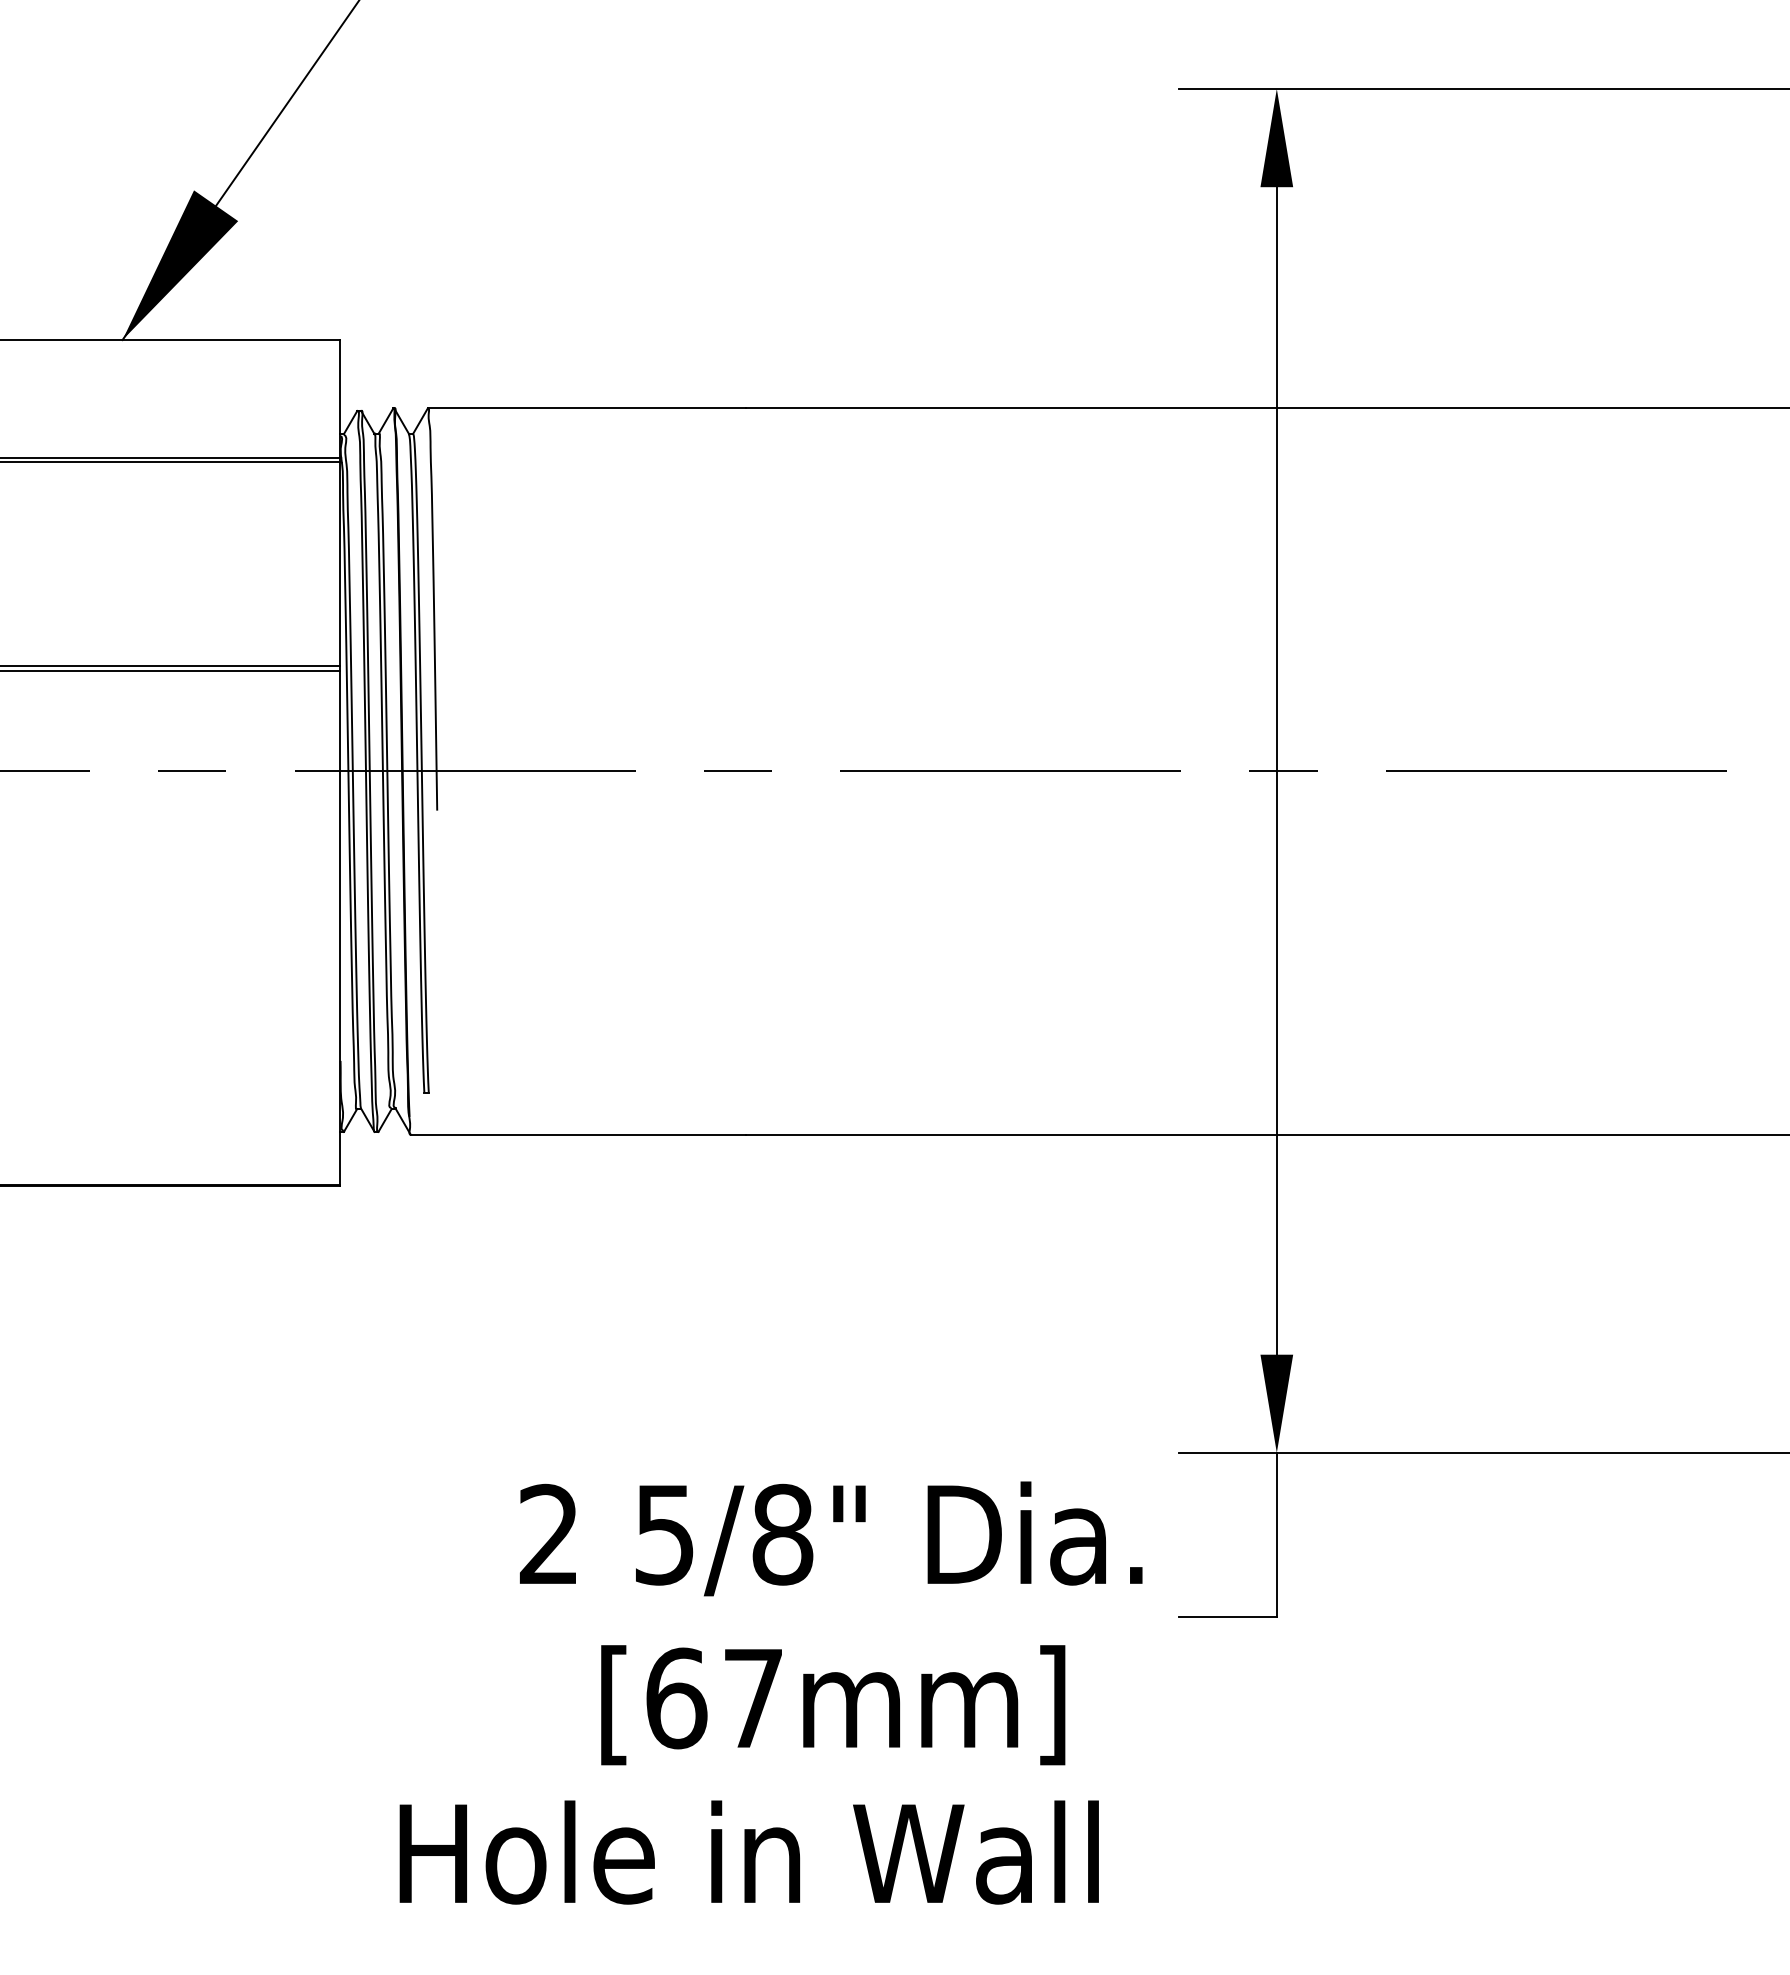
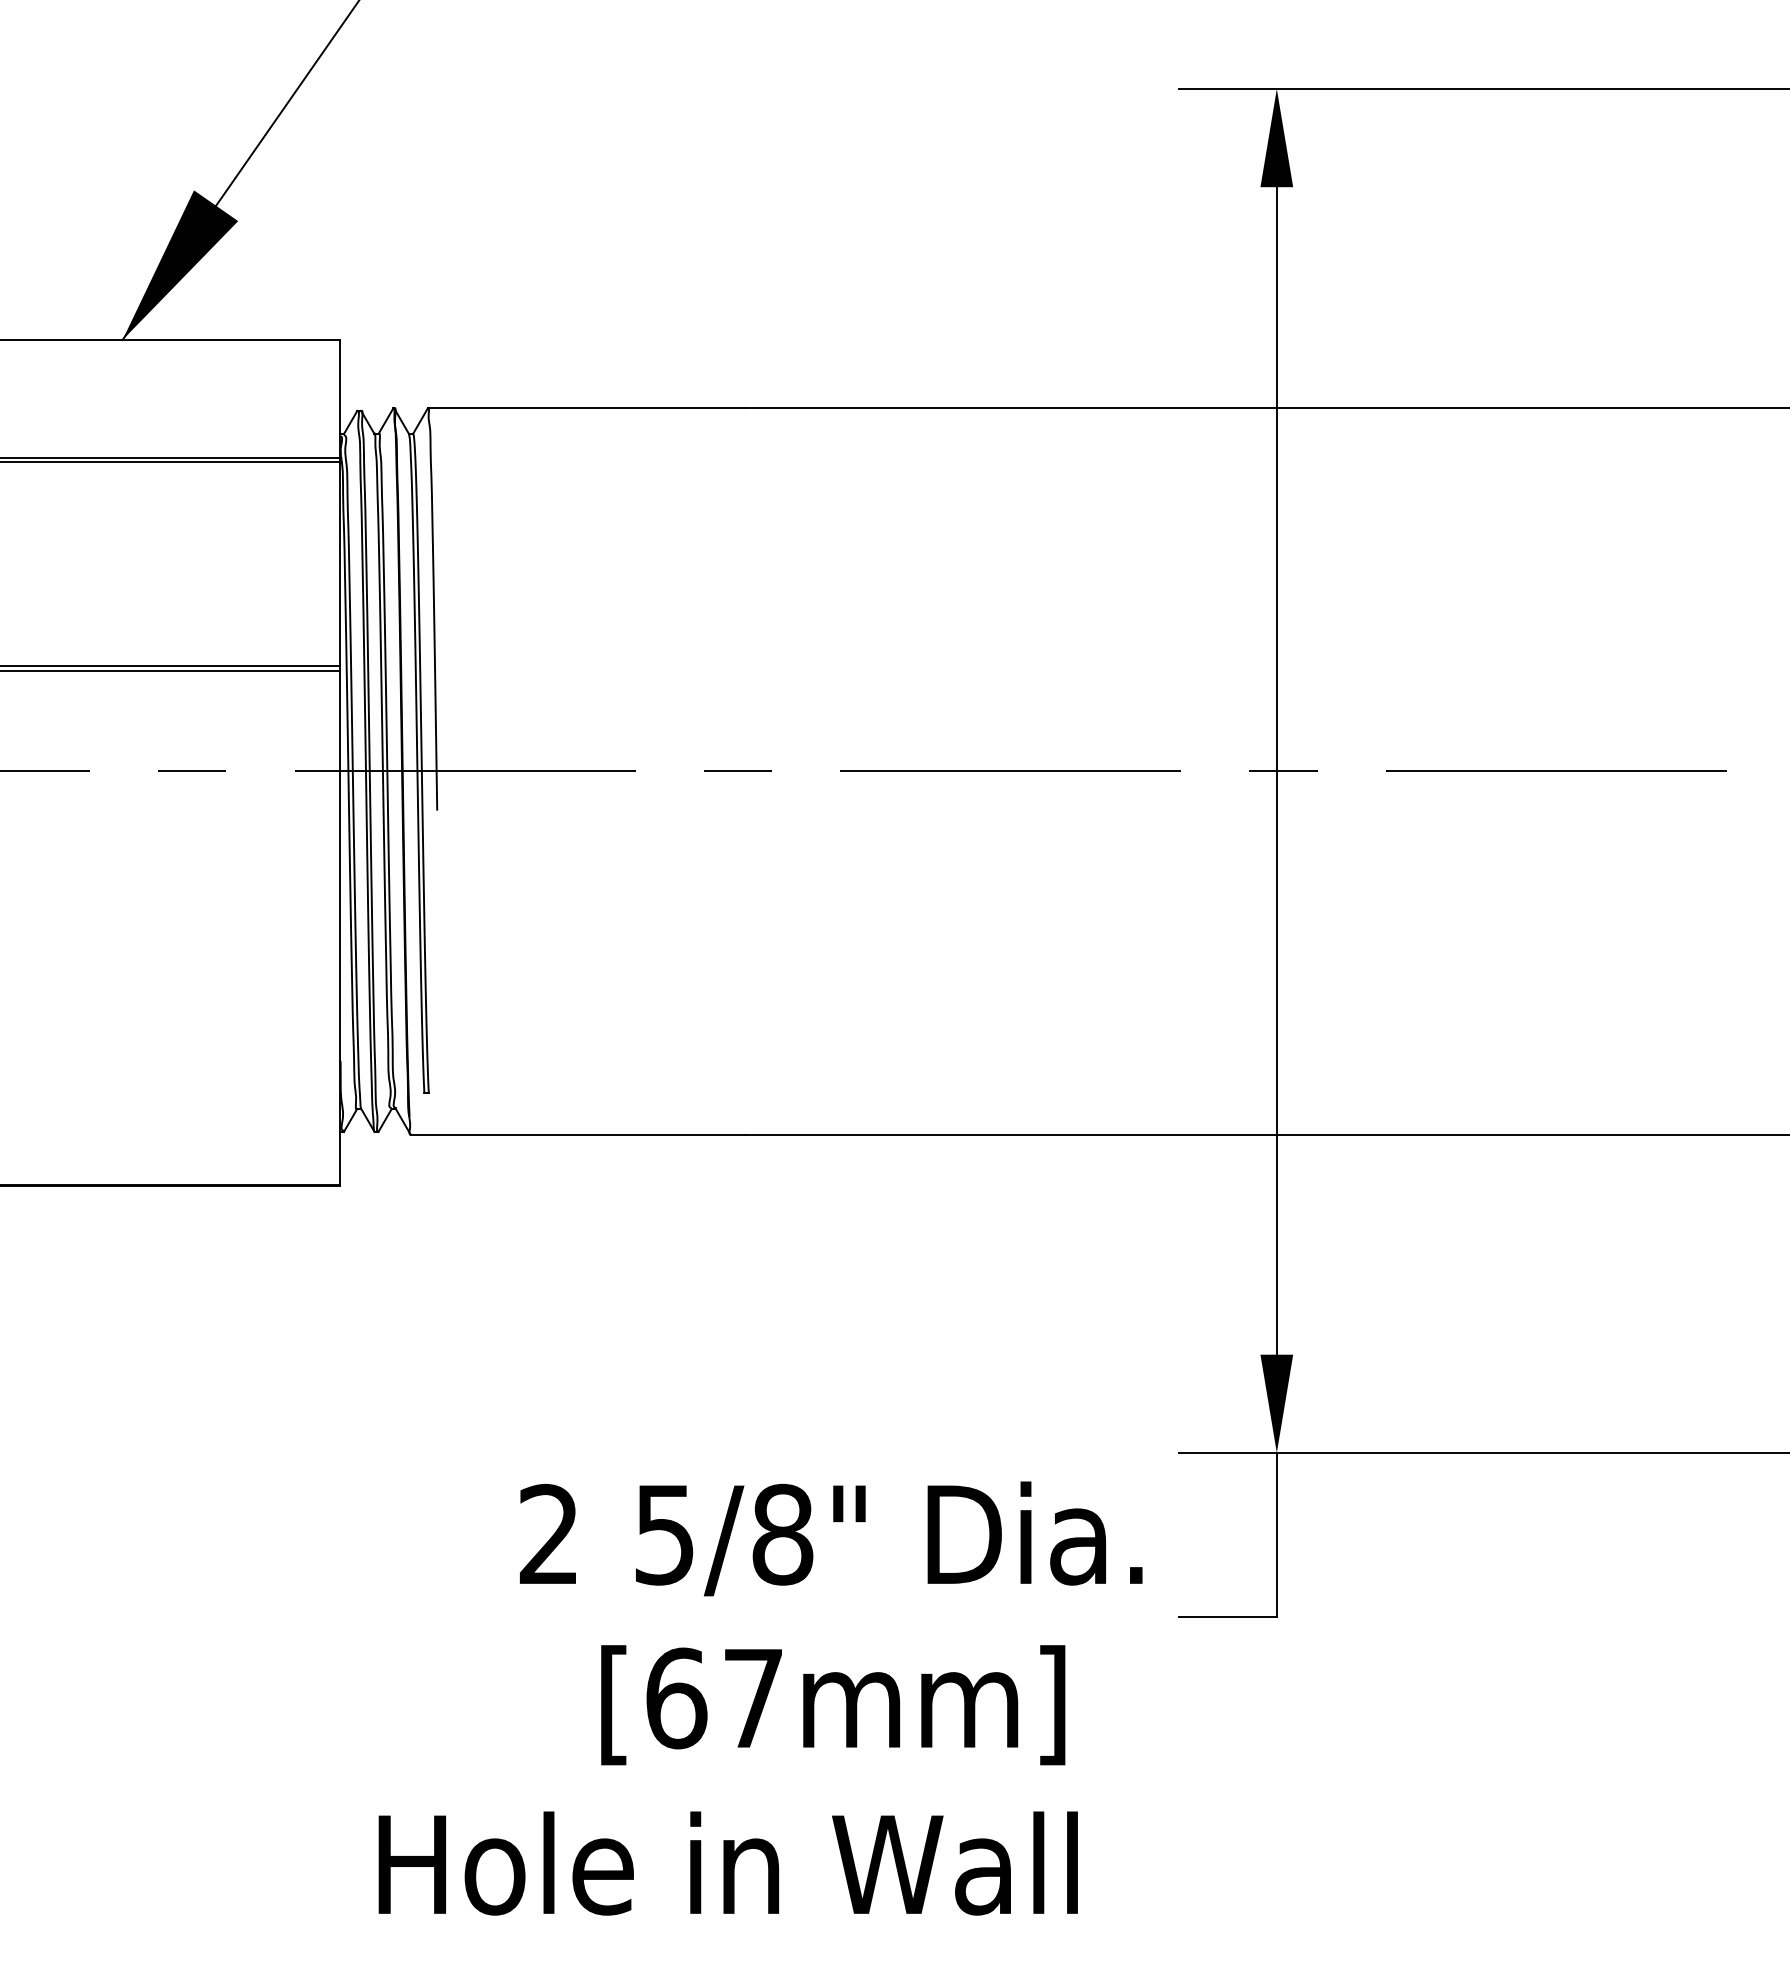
text at (748, 1852) position: (748, 1852) -> (727, 1863)
